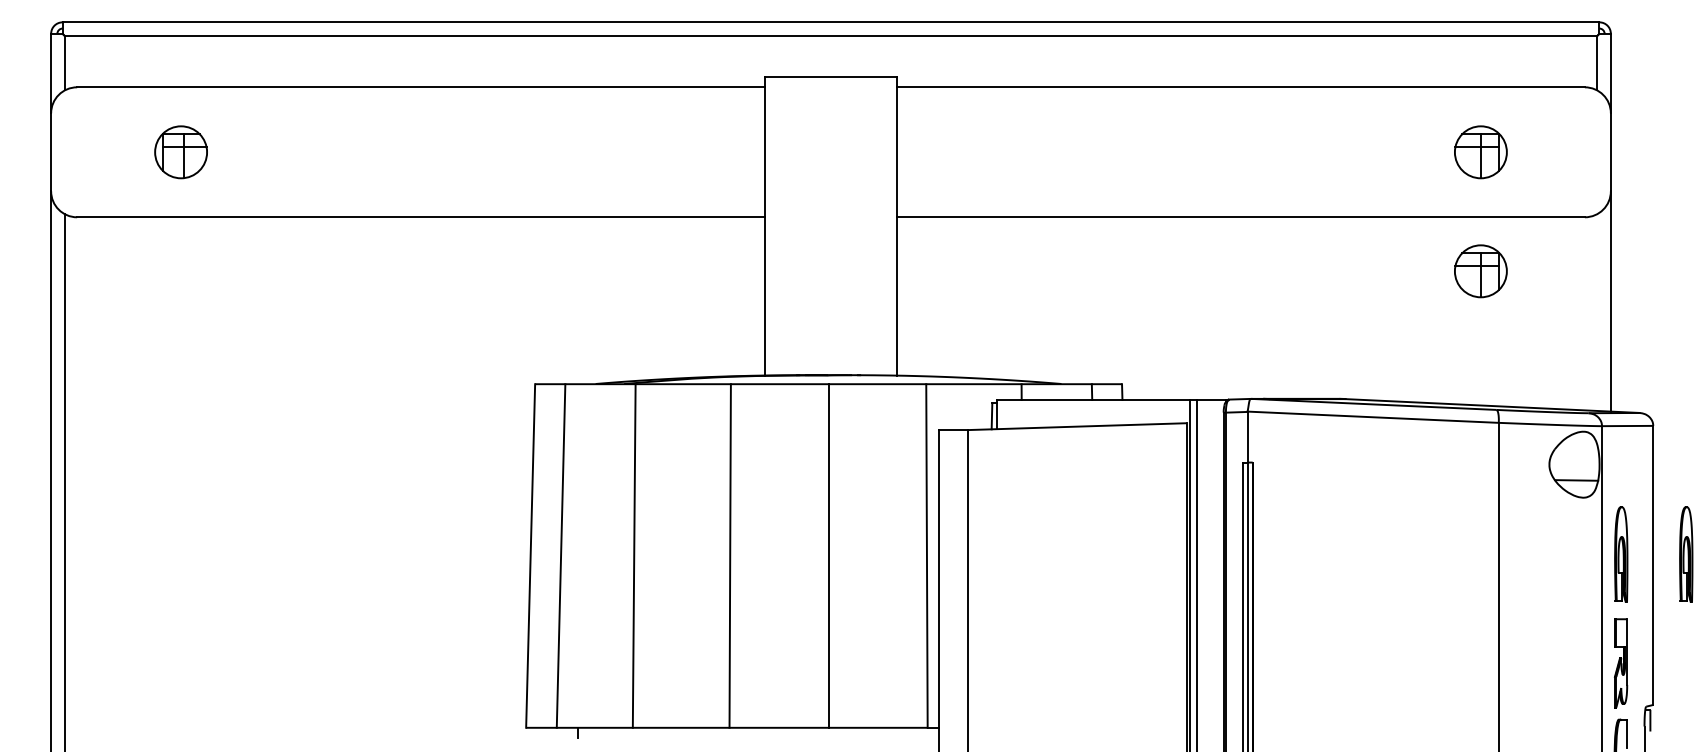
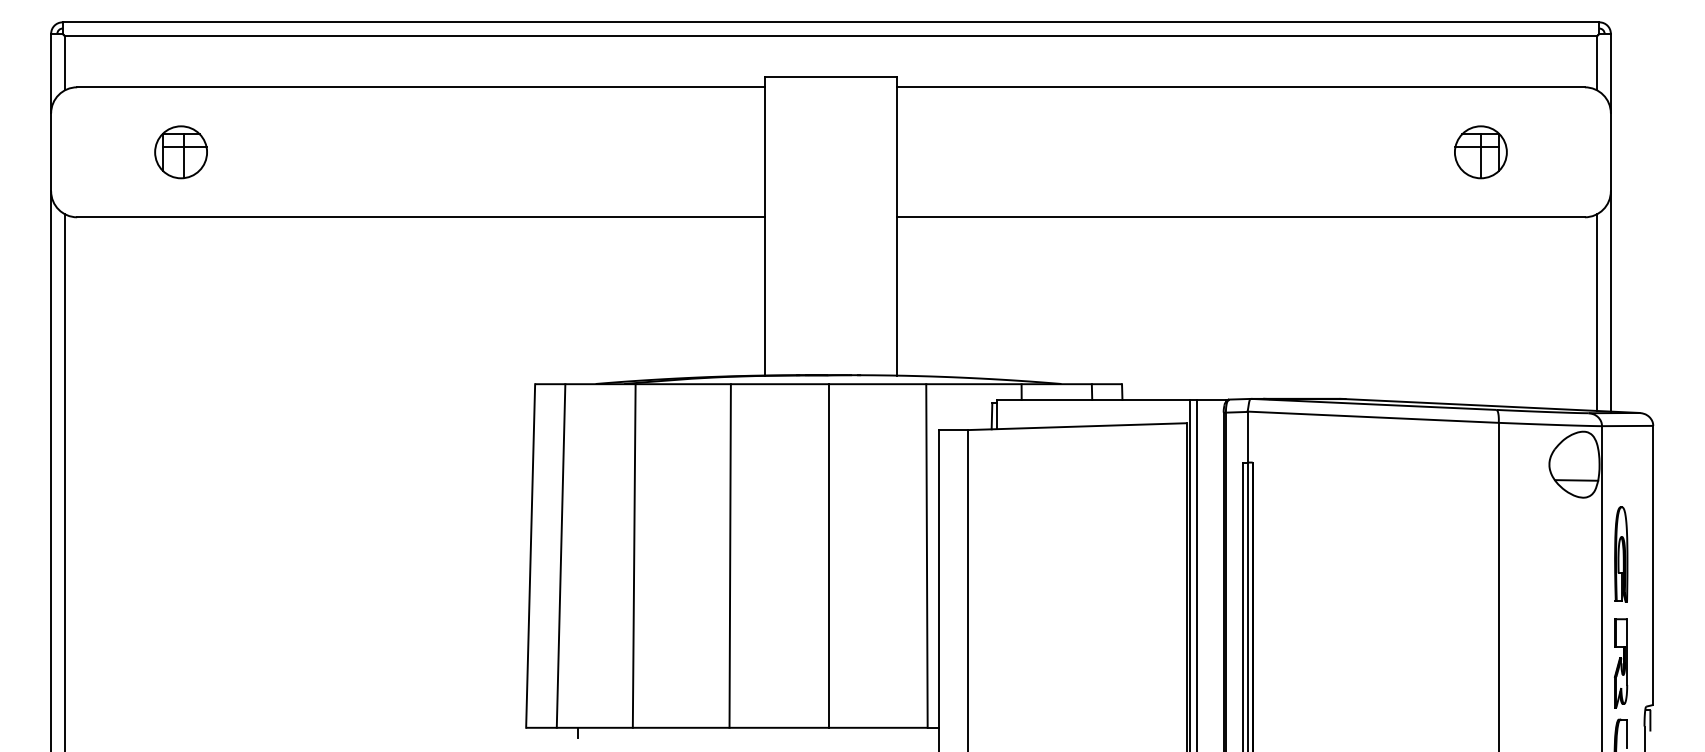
part at (1480, 271): present -> none
line at (1596, 312): none -> present
part at (1686, 554): present -> none
